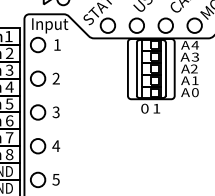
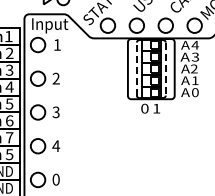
line at (136, 69): solid -> dashed
line at (165, 69): solid -> dashed
text at (9, 154): 8 -> 5
text at (55, 179): 5 -> 0
